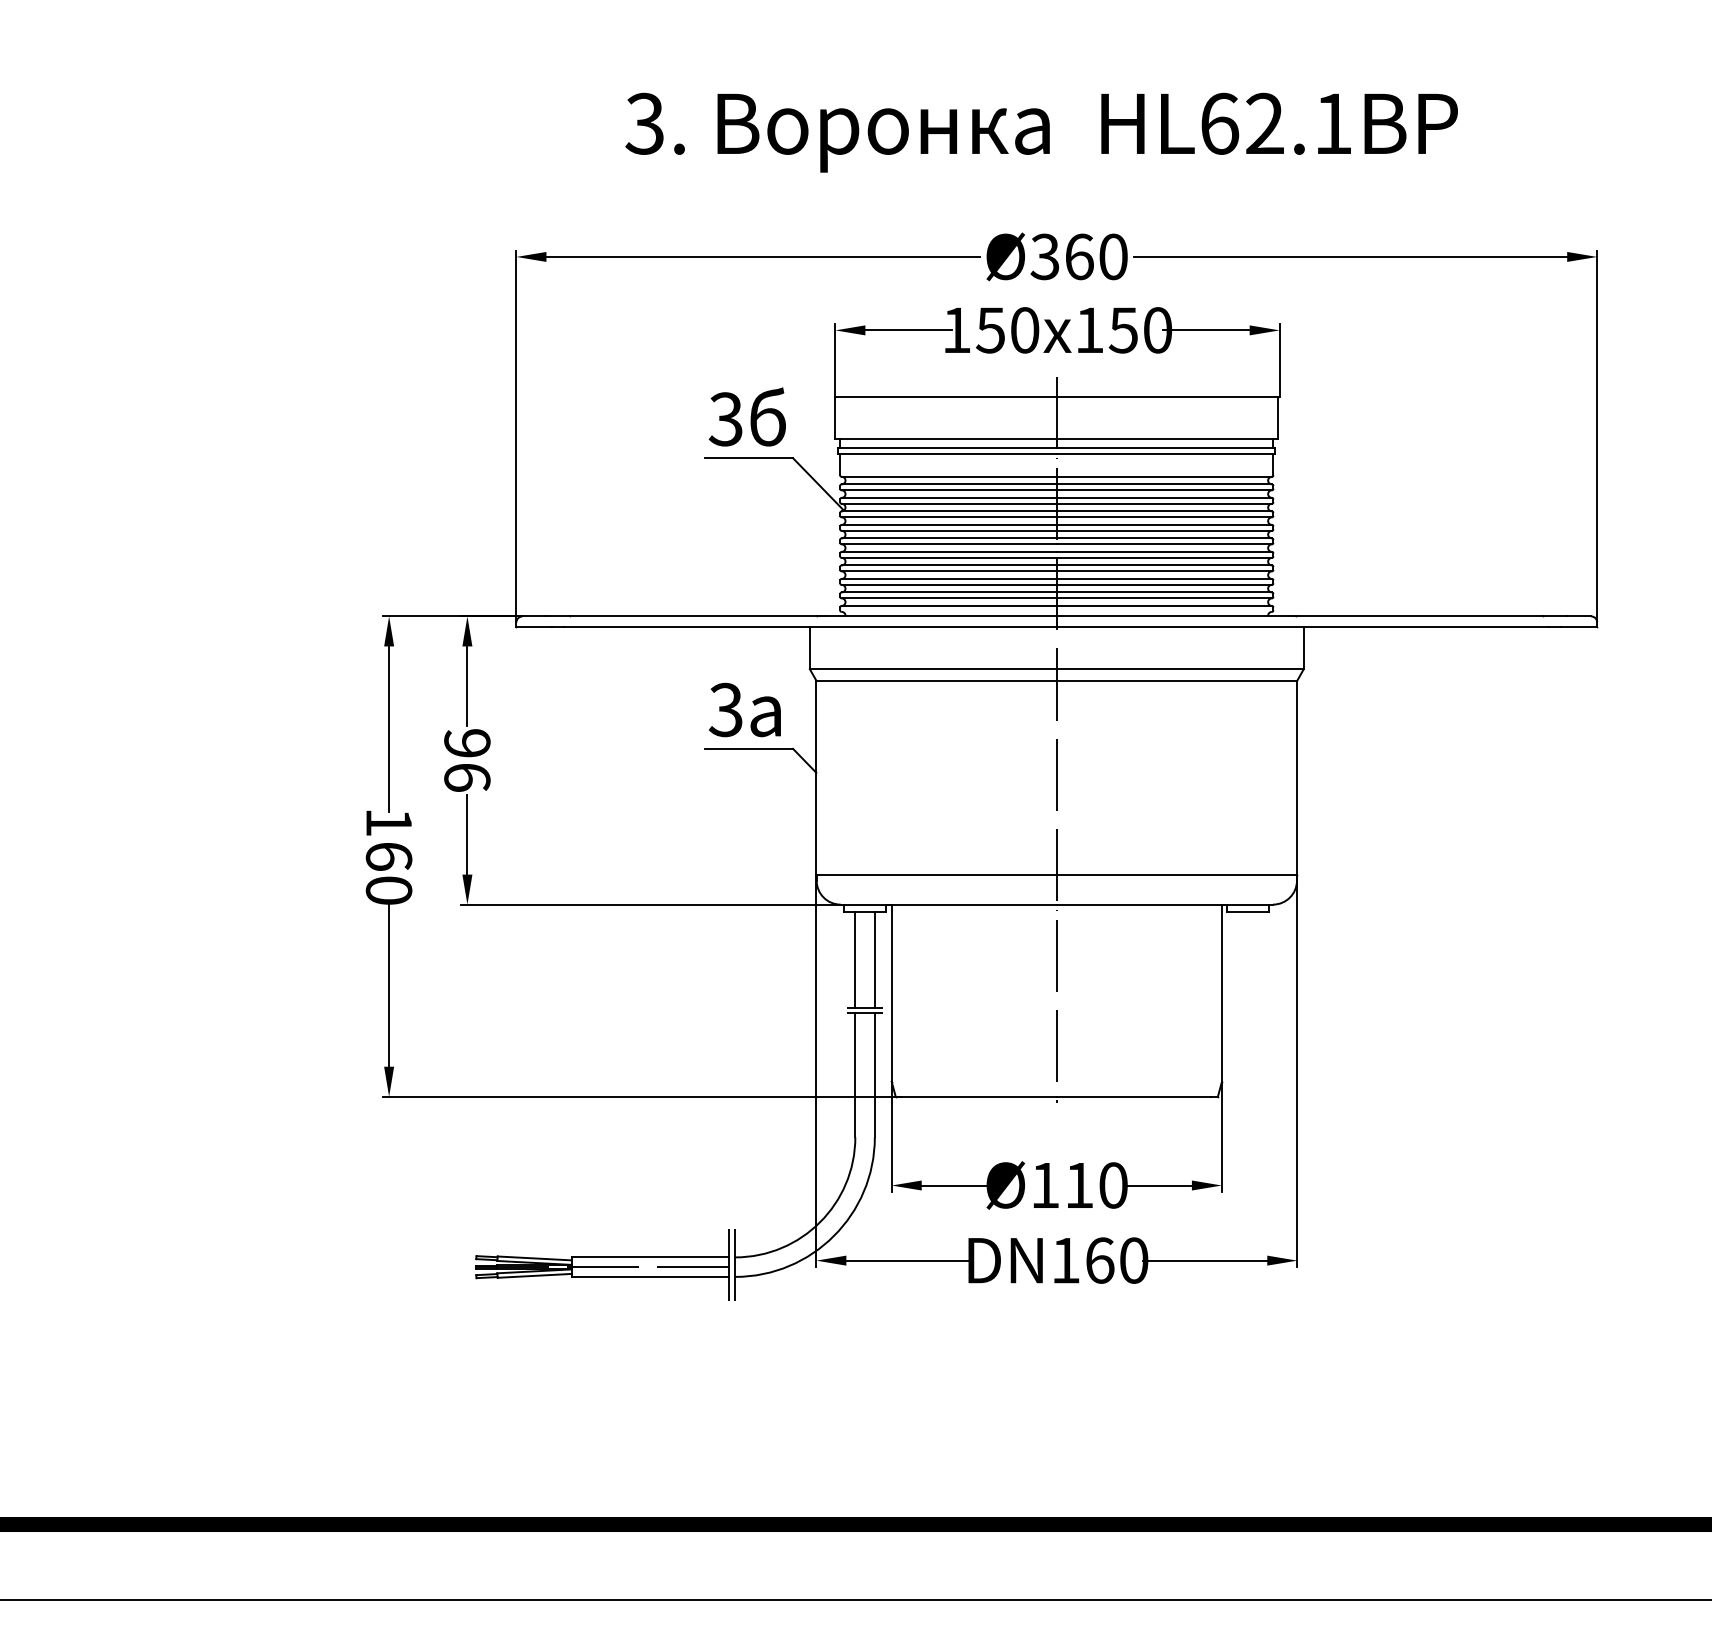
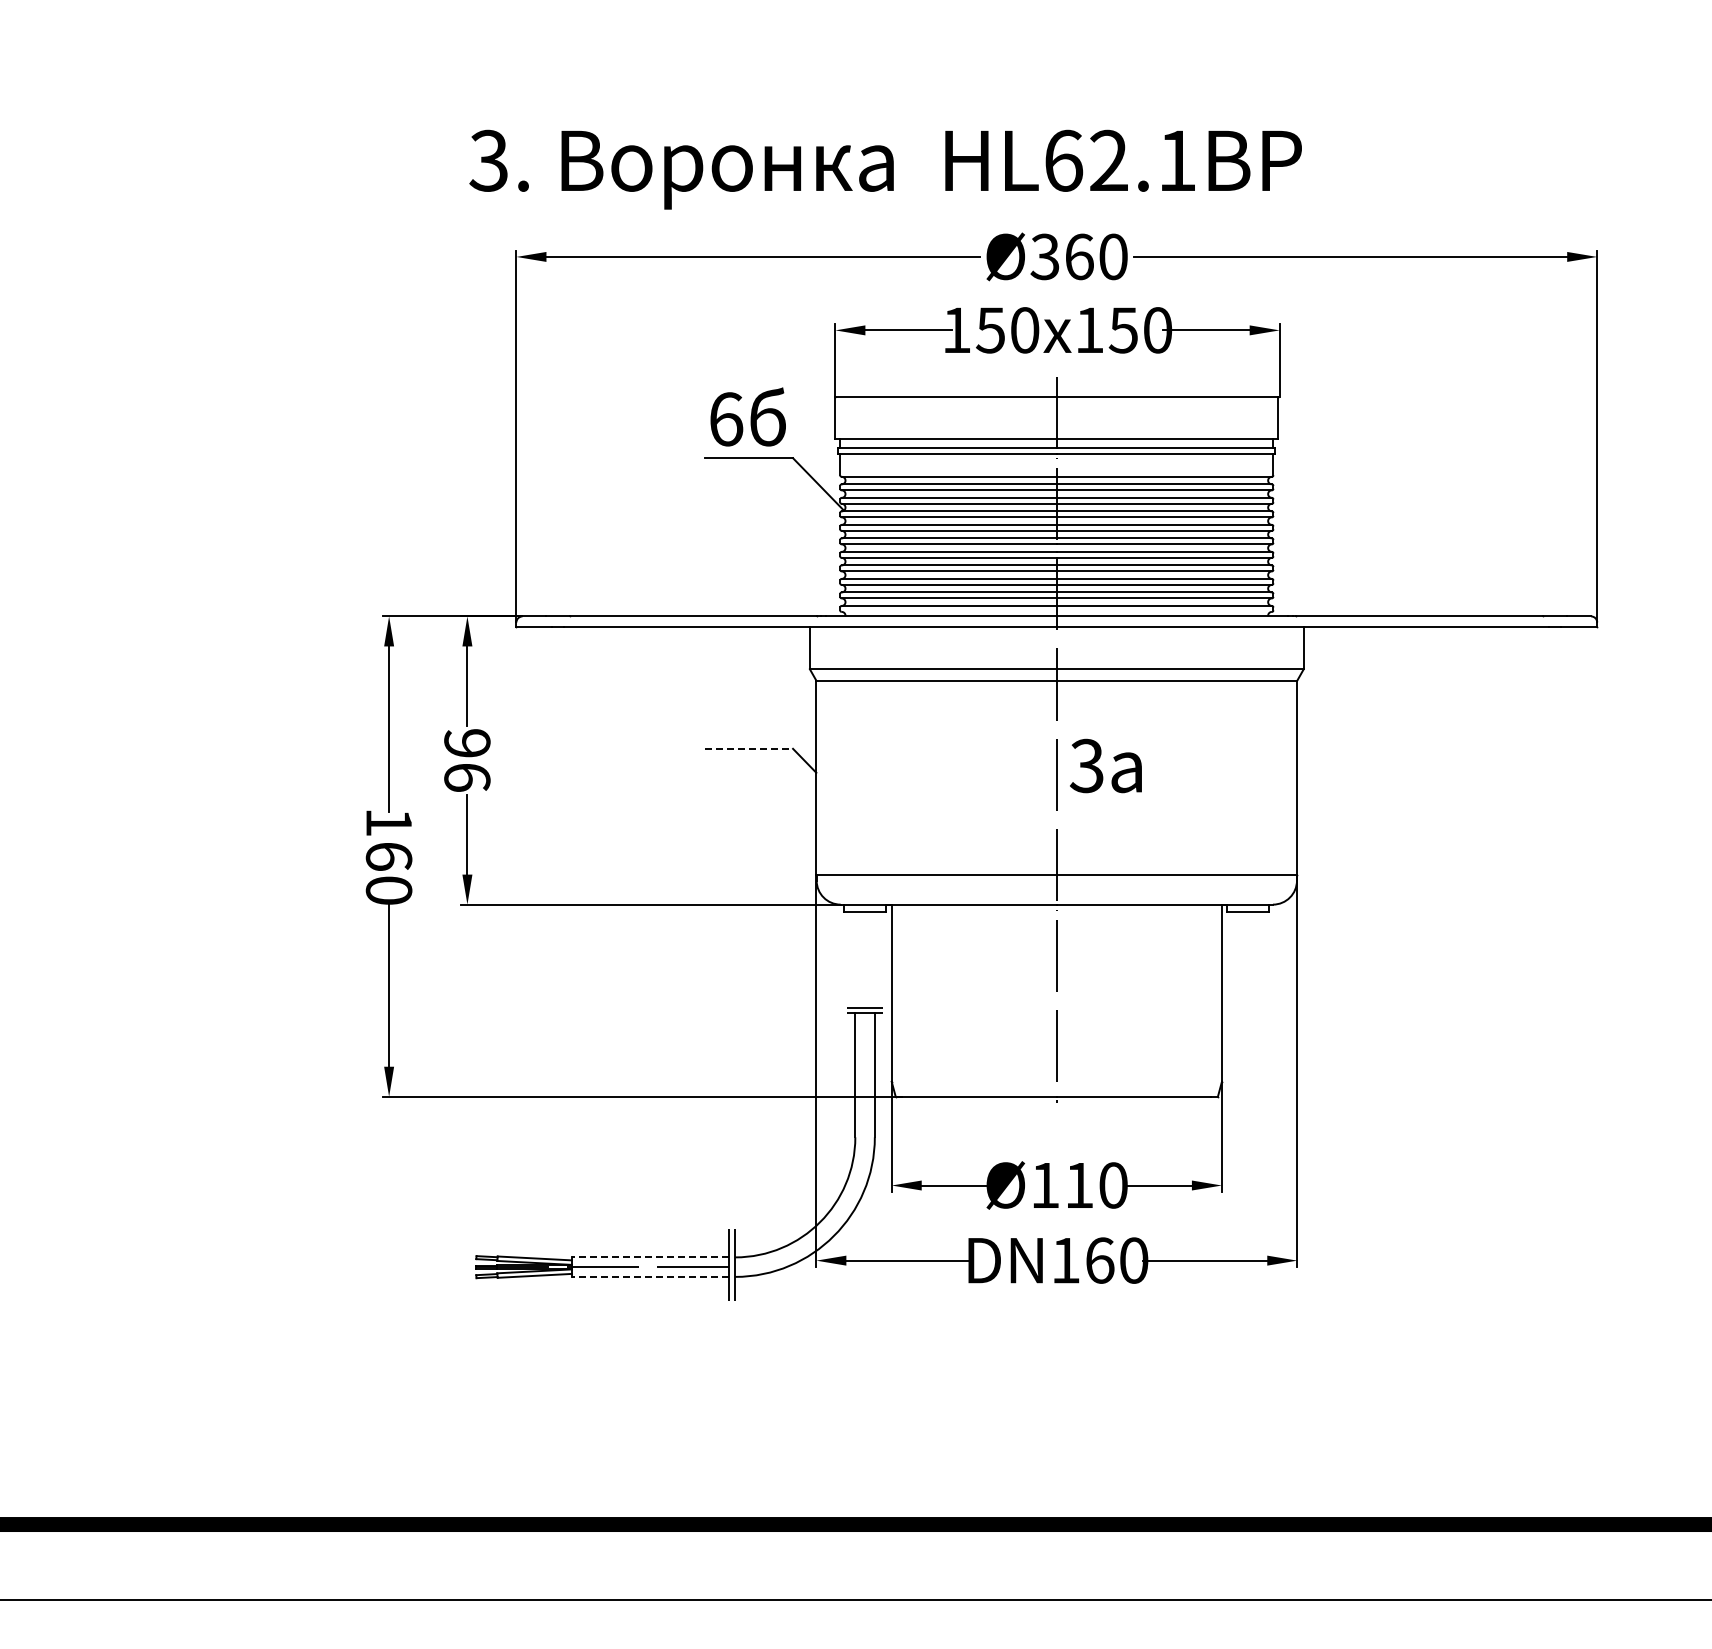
text at (1041, 132) position: (1041, 132) -> (885, 169)
text at (725, 419): 3 -> 6
text at (744, 709) position: (744, 709) -> (1105, 765)
line at (749, 748): solid -> dashed
line at (855, 960): present -> none
line at (874, 960): present -> none
line at (650, 1257): solid -> dashed
line at (650, 1276): solid -> dashed
